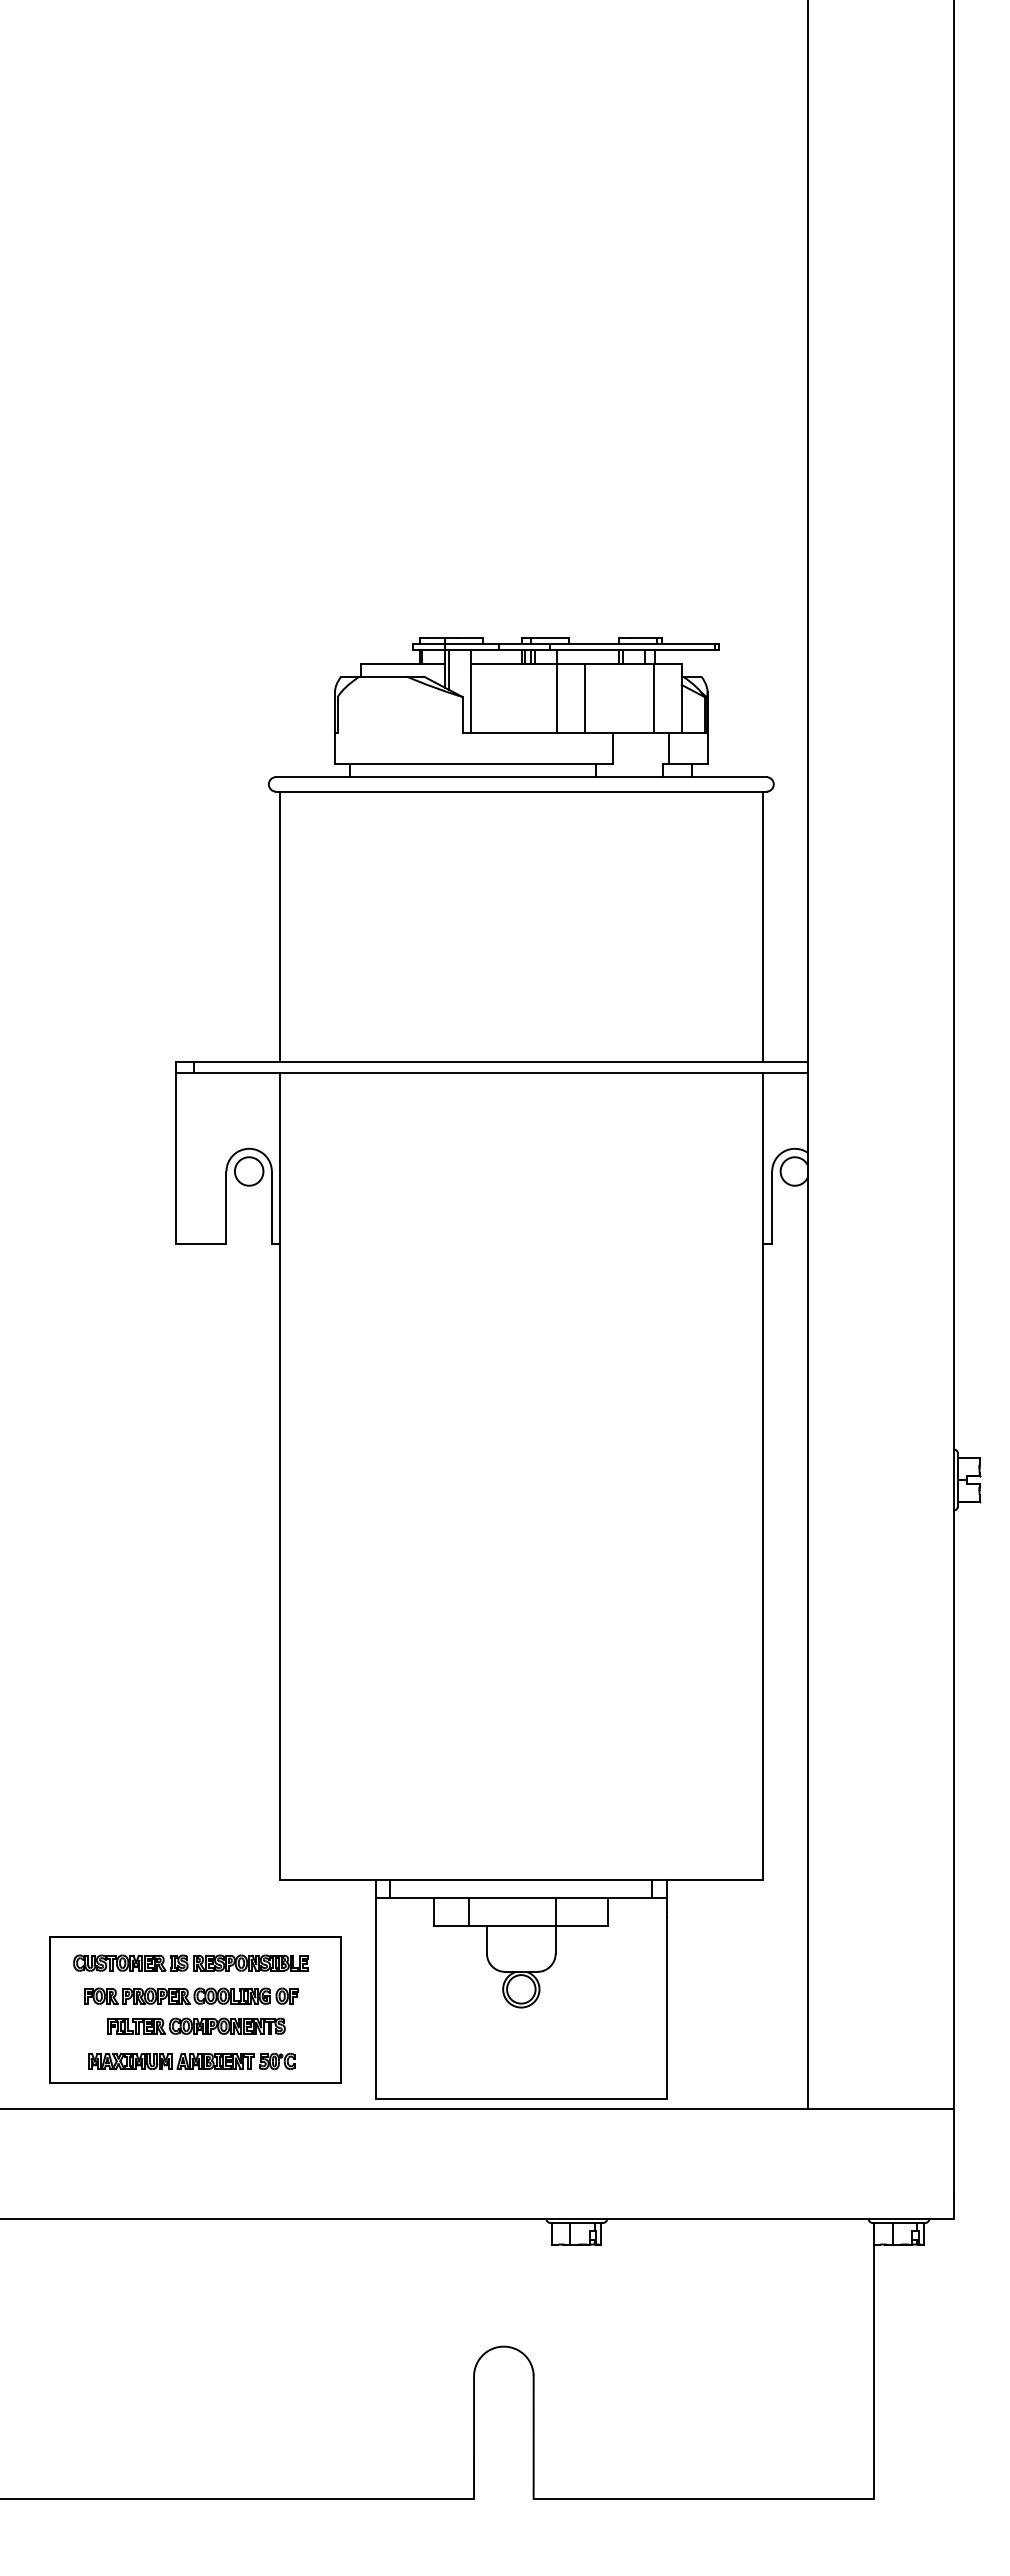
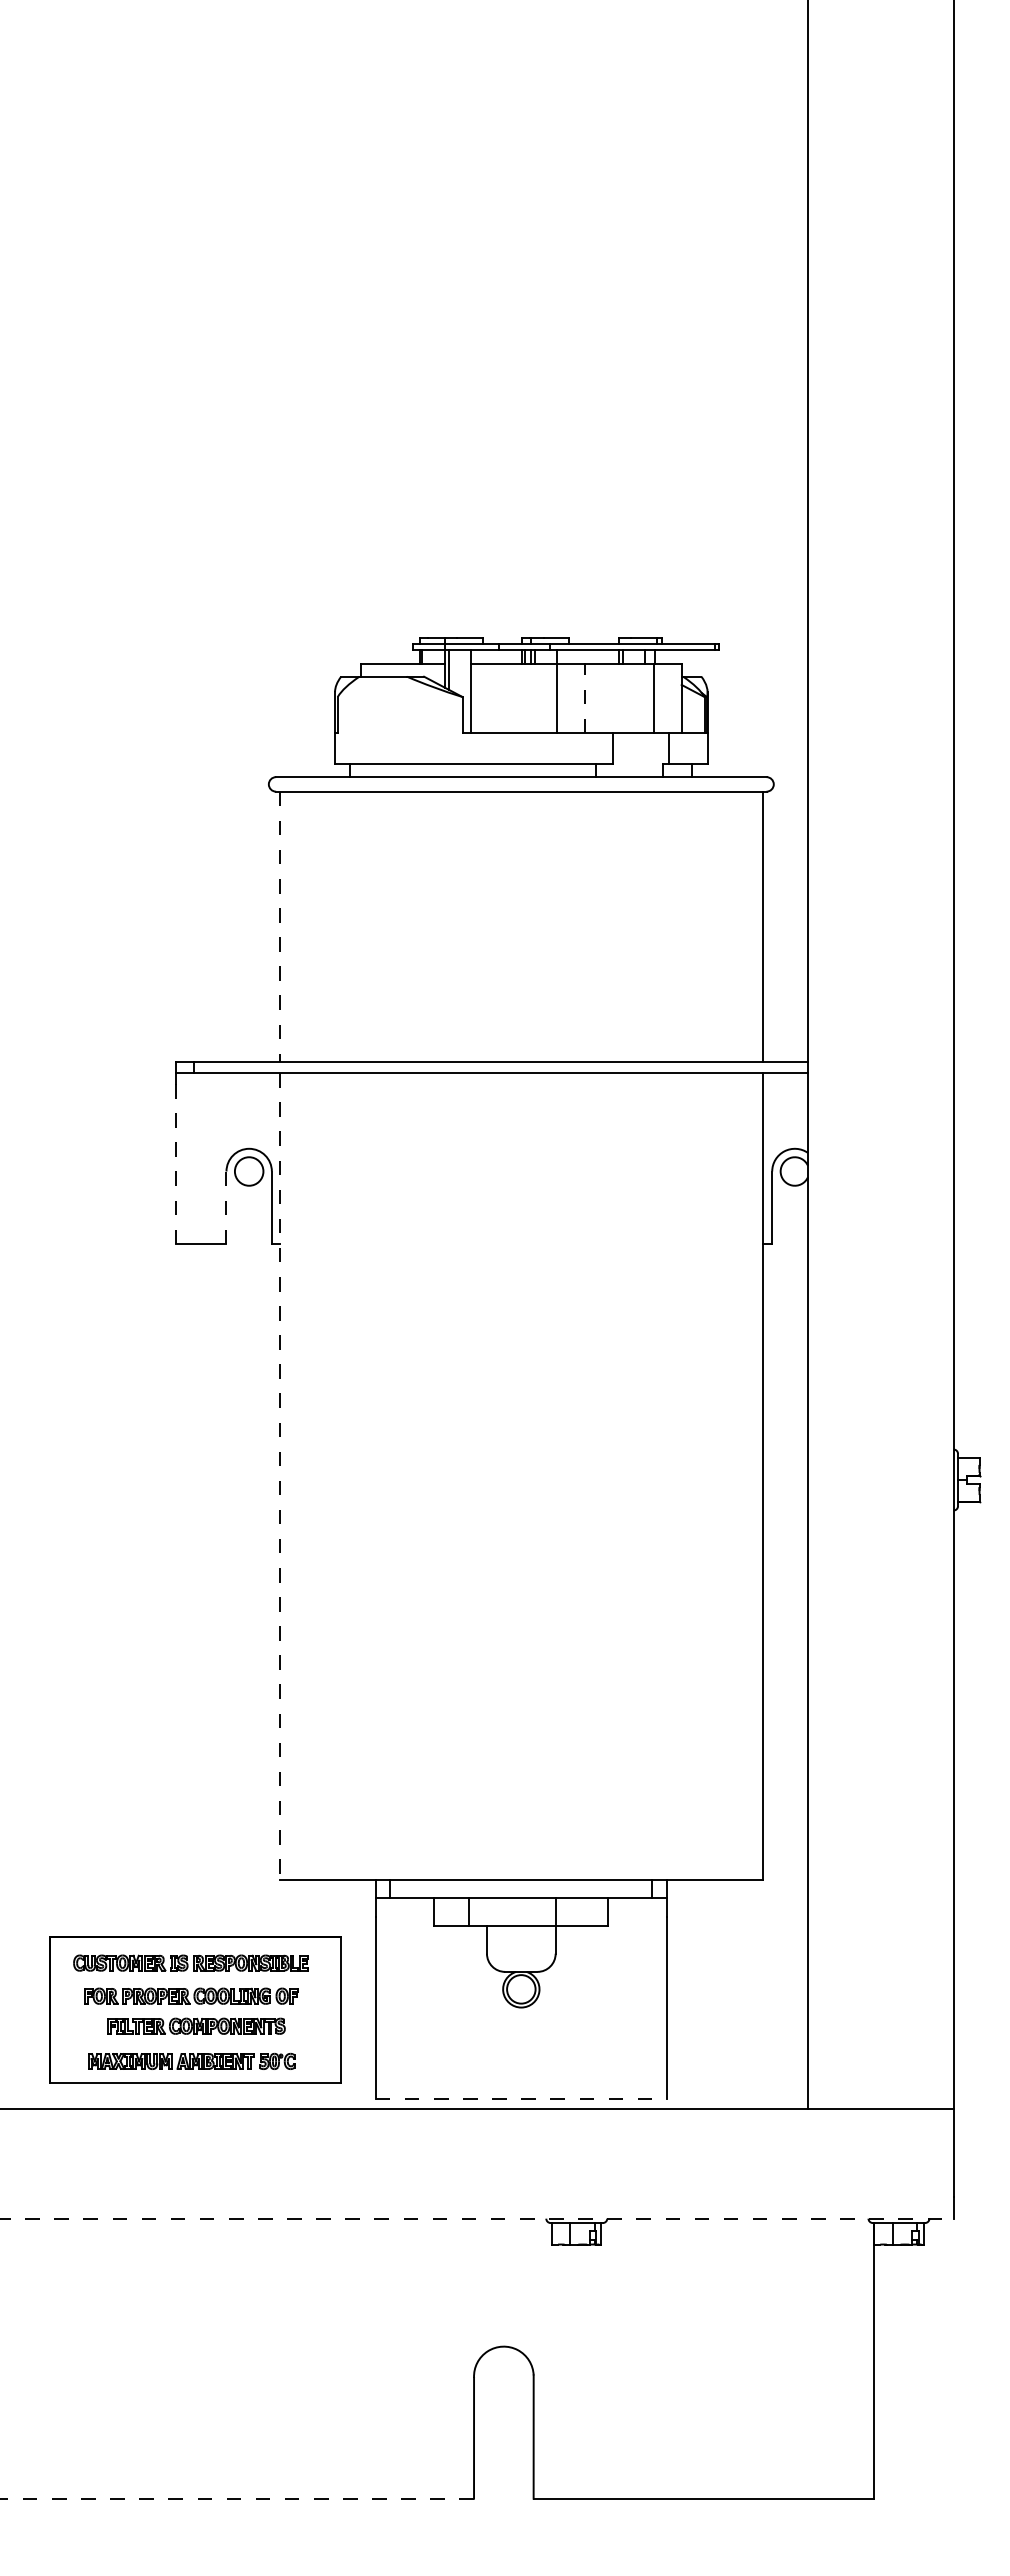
line at (584, 698): solid -> dashed
line at (279, 927): solid -> dashed
line at (176, 1164): solid -> dashed
line at (226, 1207): solid -> dashed
line at (279, 1477): solid -> dashed
line at (521, 2098): solid -> dashed
line at (477, 2218): solid -> dashed
line at (237, 2498): solid -> dashed
